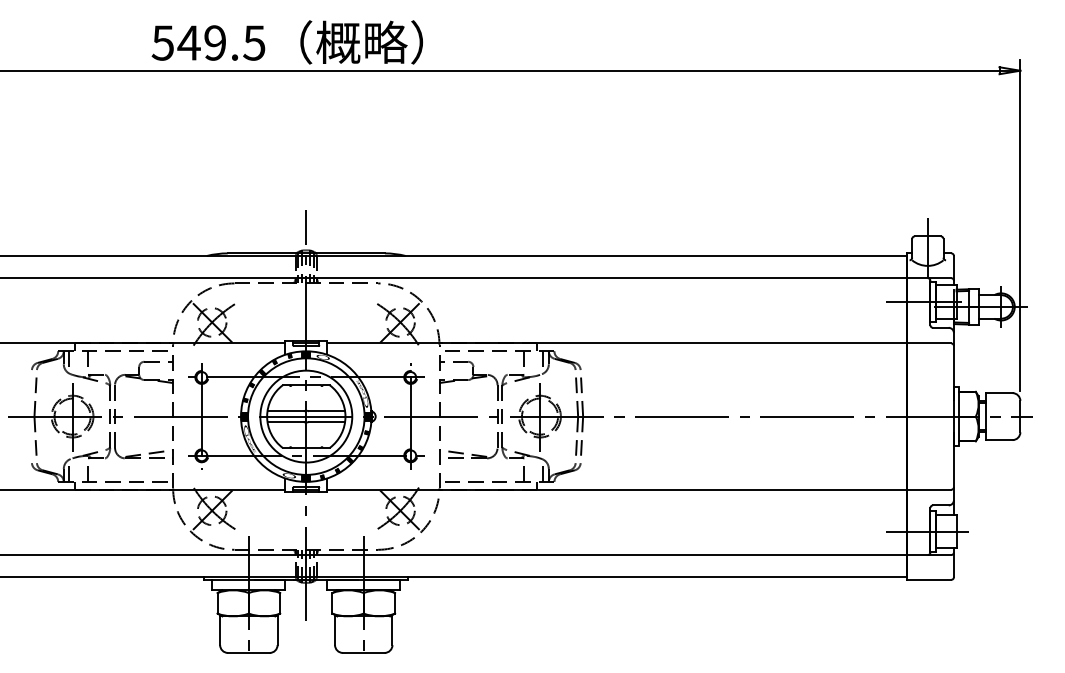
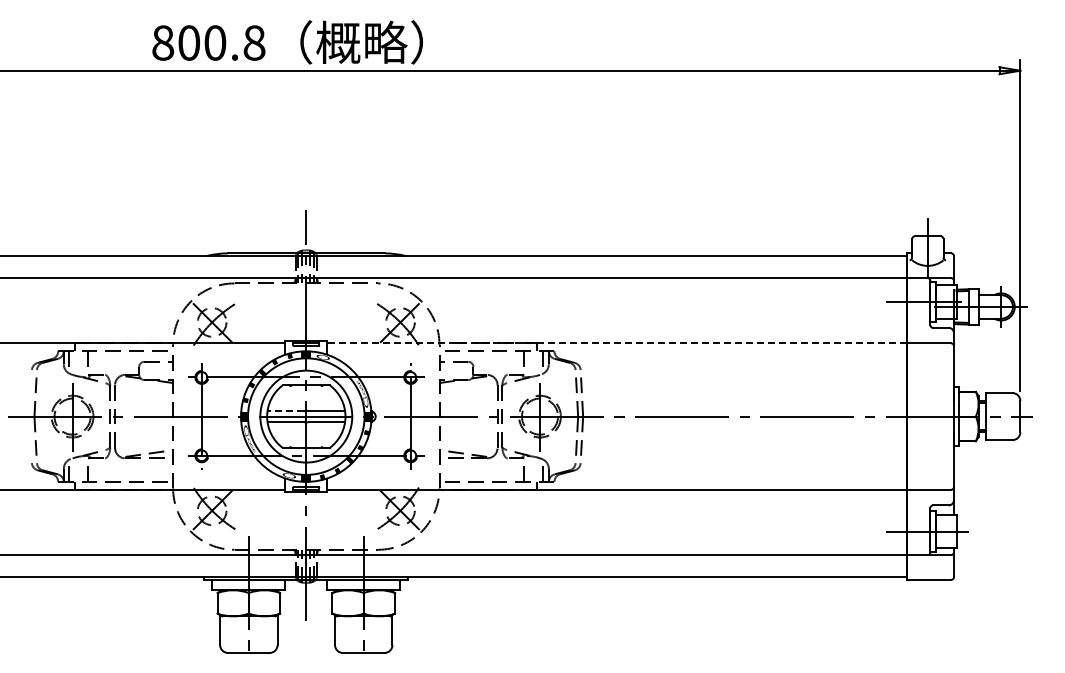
text at (208, 42): 549.5 -> 800.8
line at (617, 343): solid -> dashed
line at (285, 411): solid -> dashed
